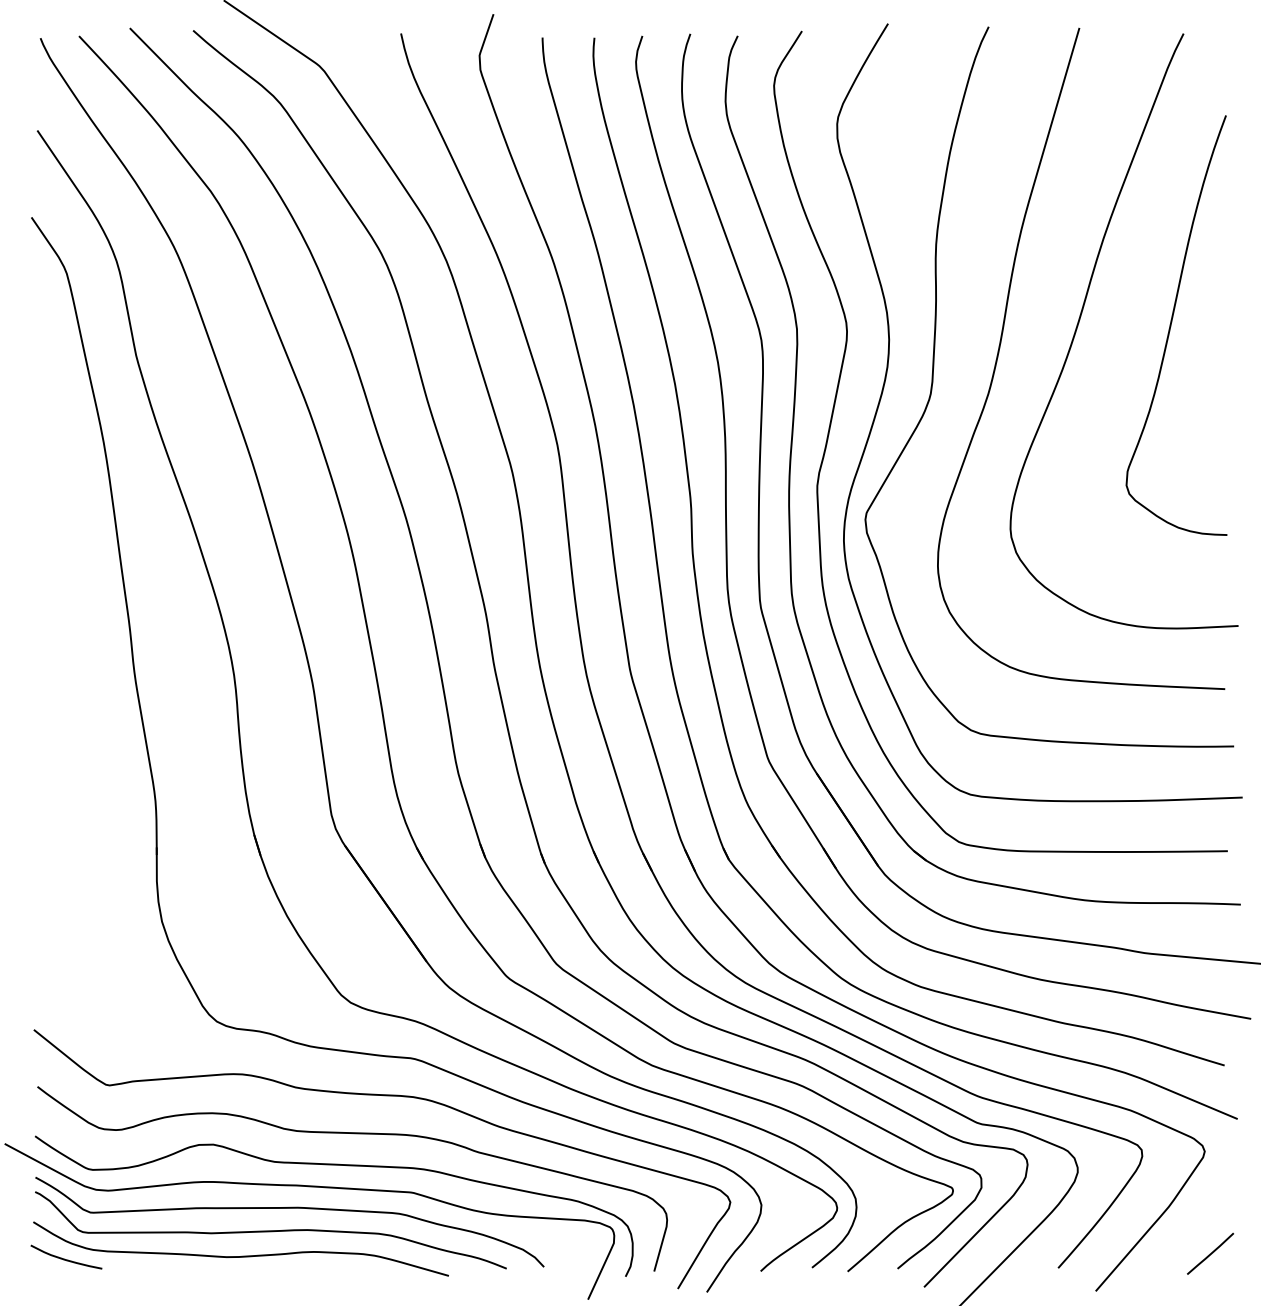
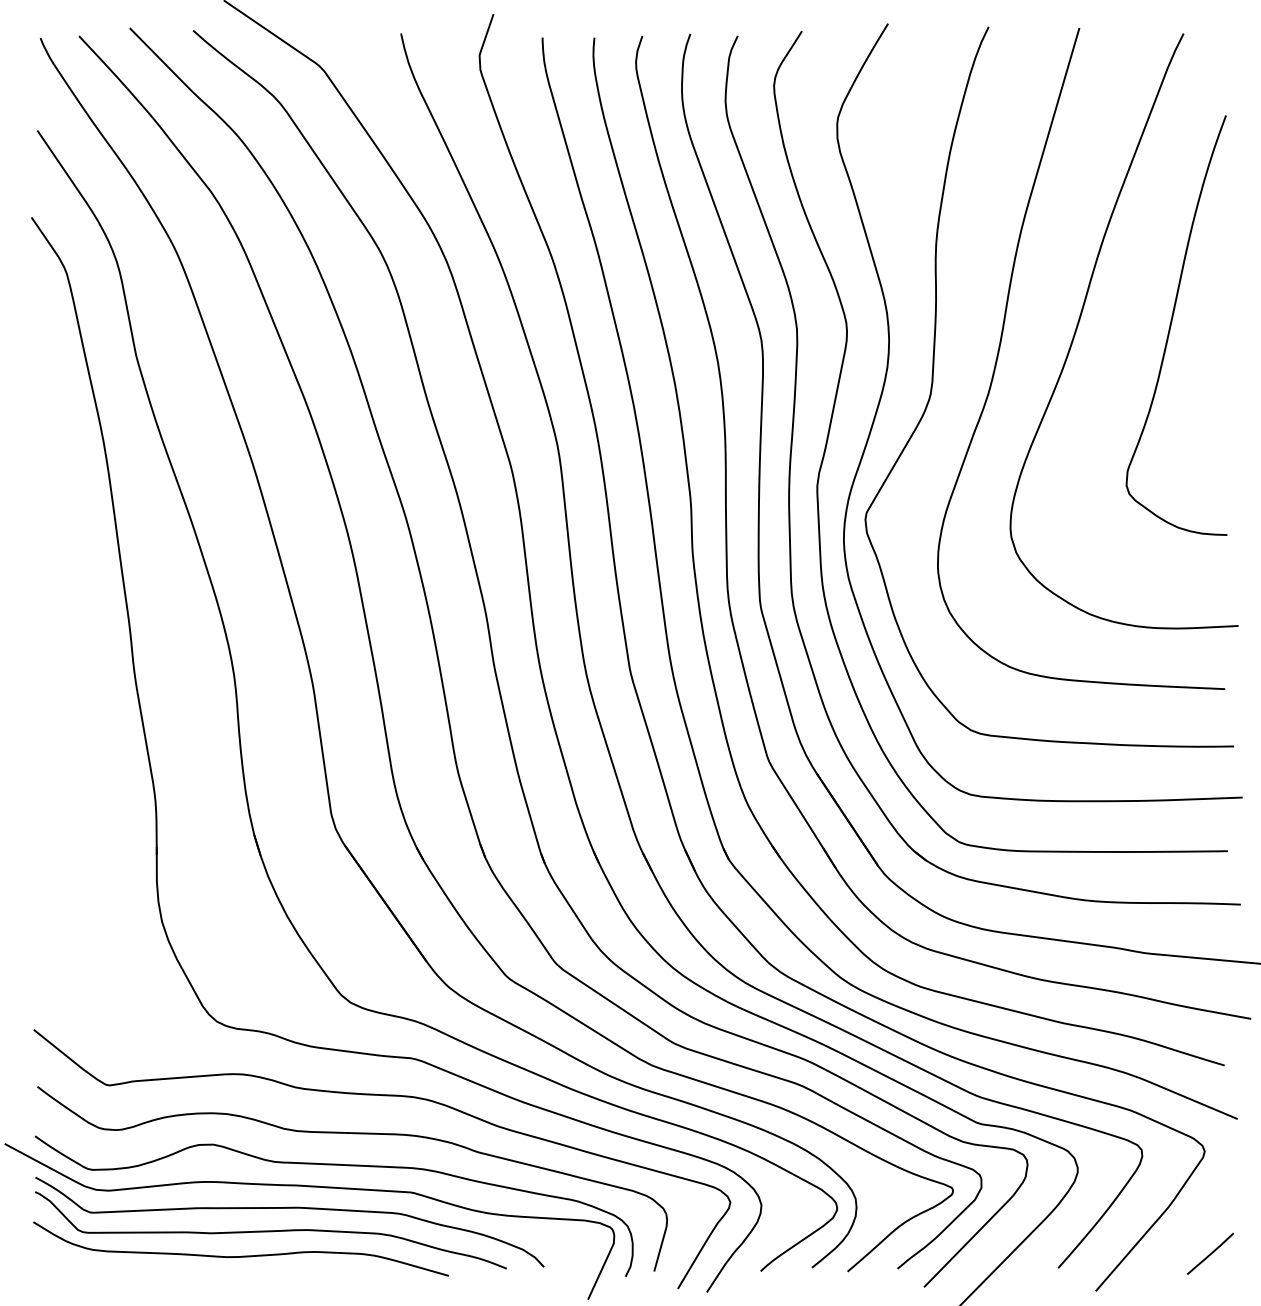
curve at (64, 1258): present -> none
